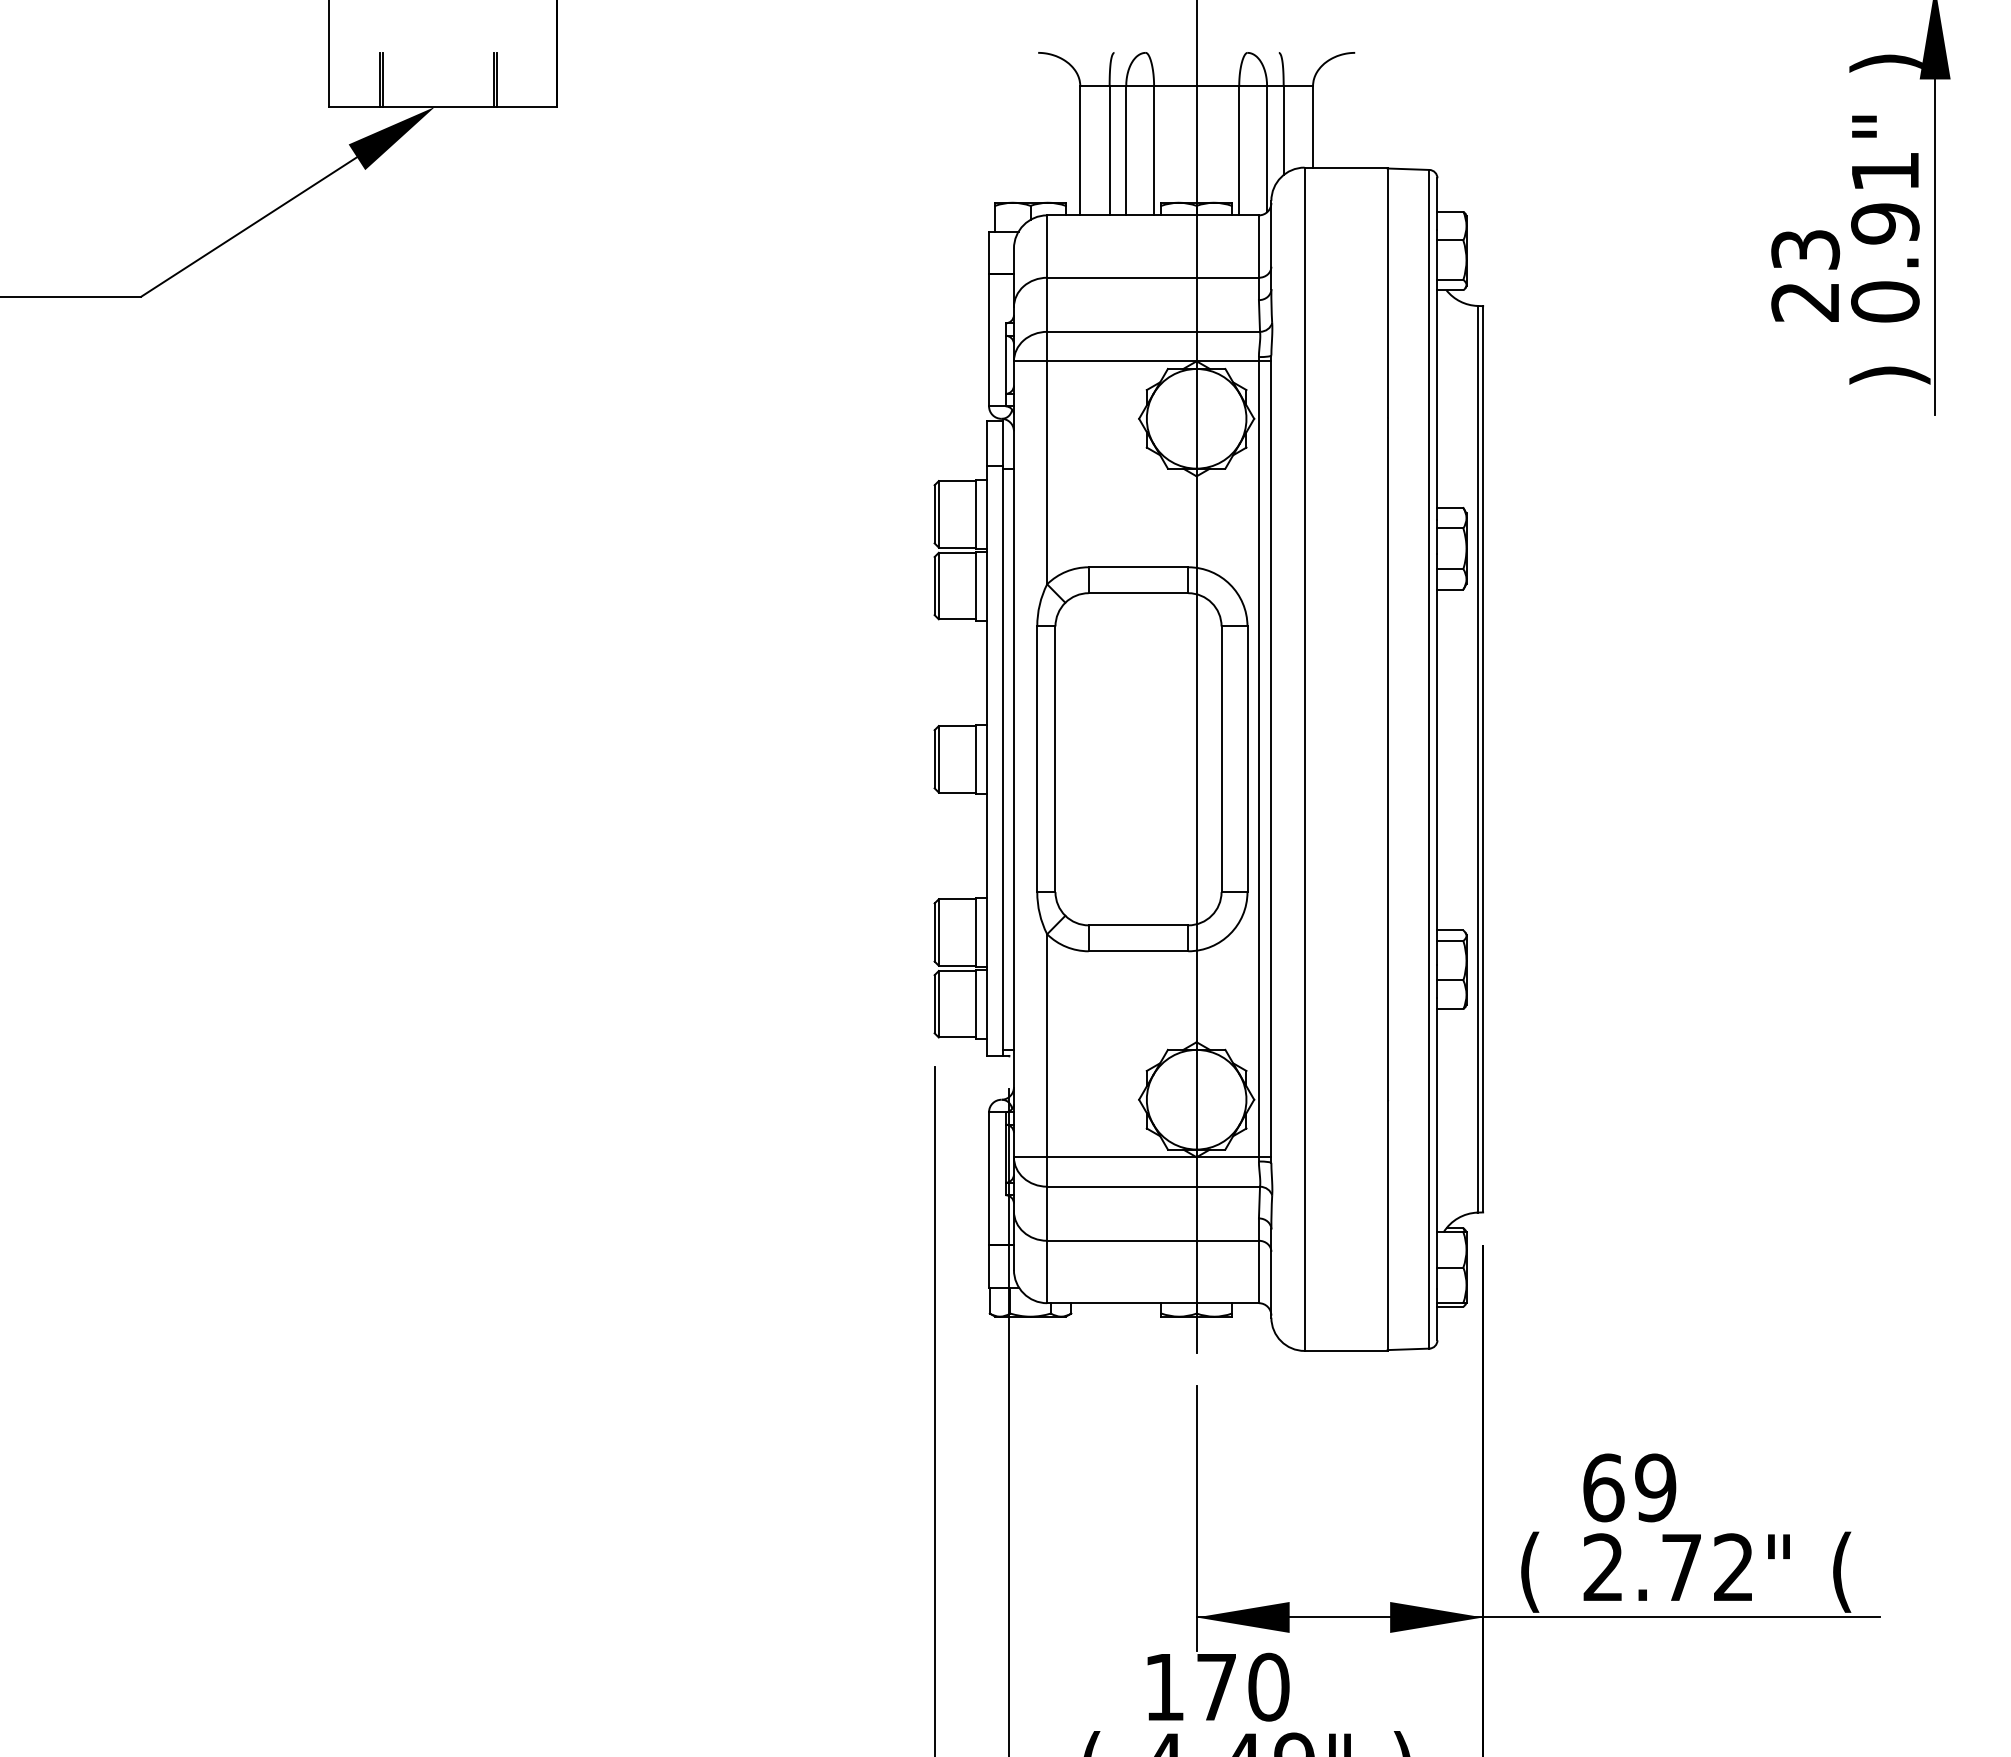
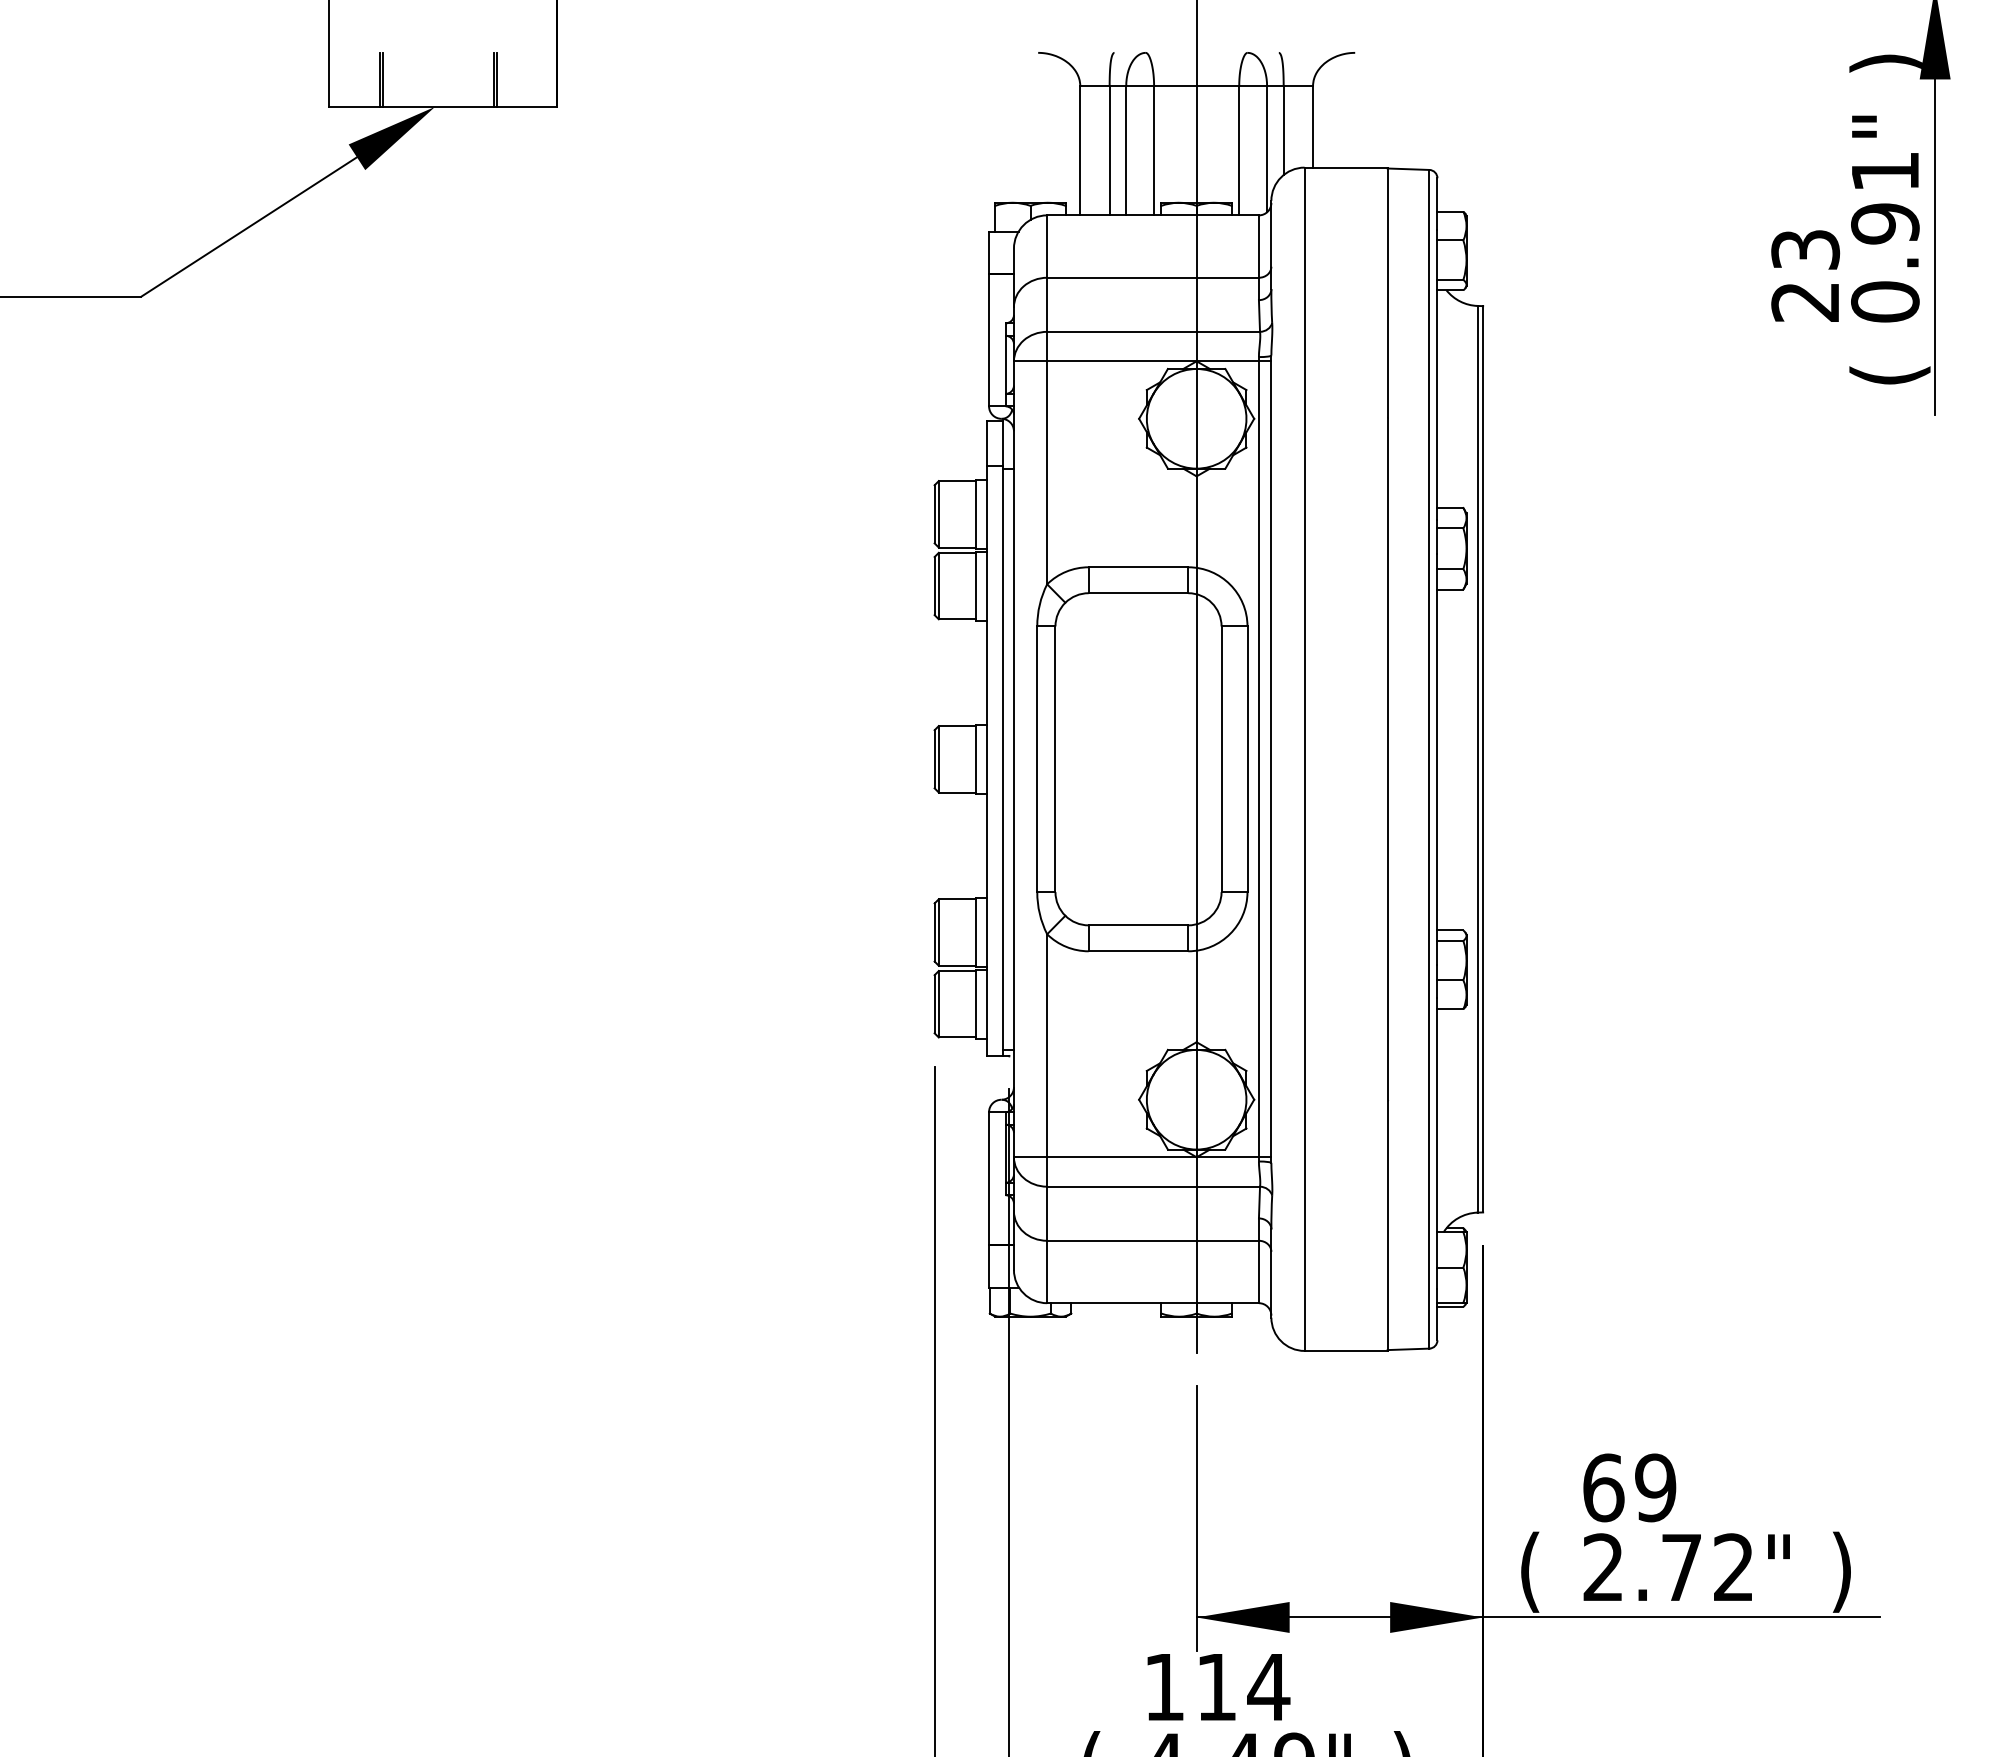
text at (1889, 375): ) -> (
text at (1841, 1571): ( -> )
text at (1243, 1686): 170 -> 114
